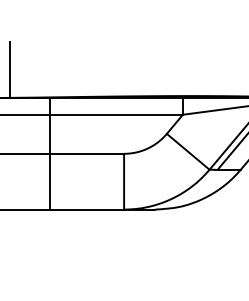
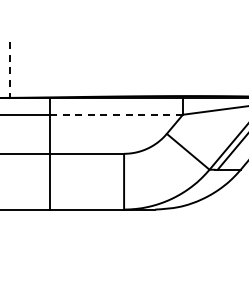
line at (9, 70): solid -> dashed
line at (116, 114): solid -> dashed
